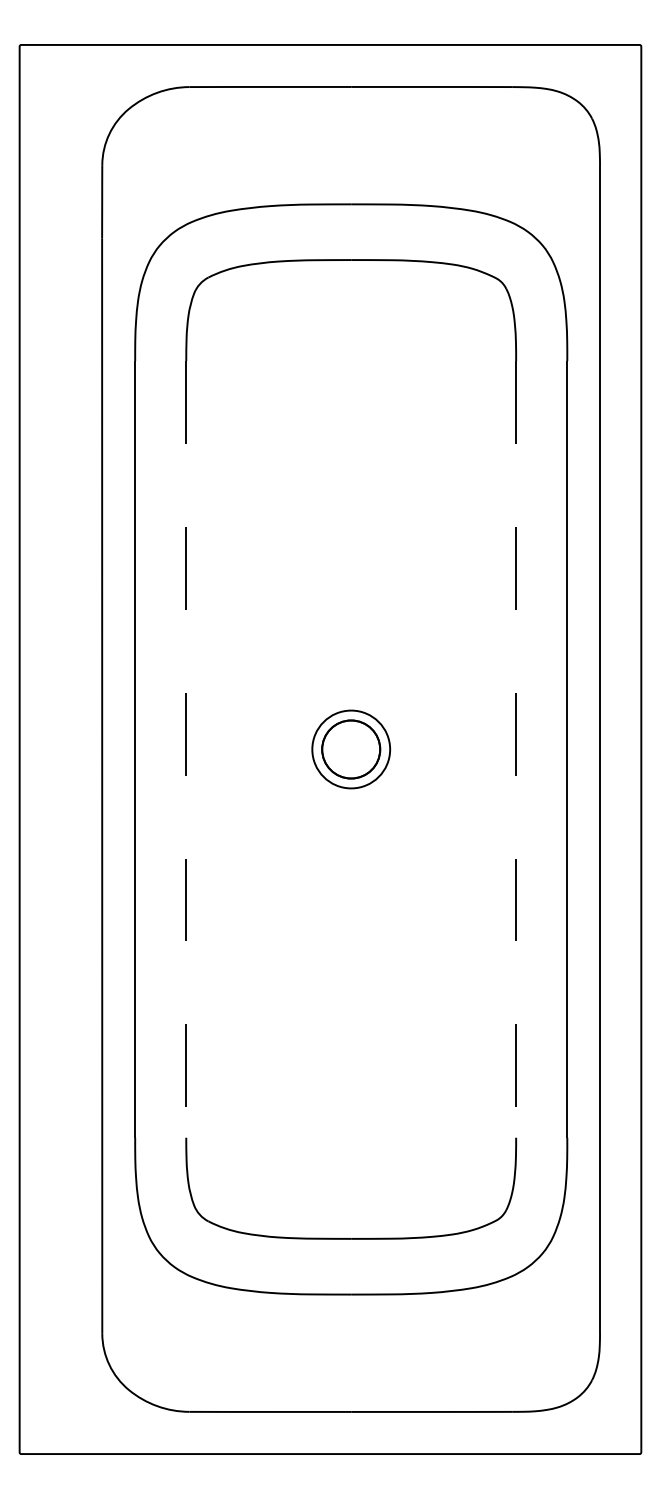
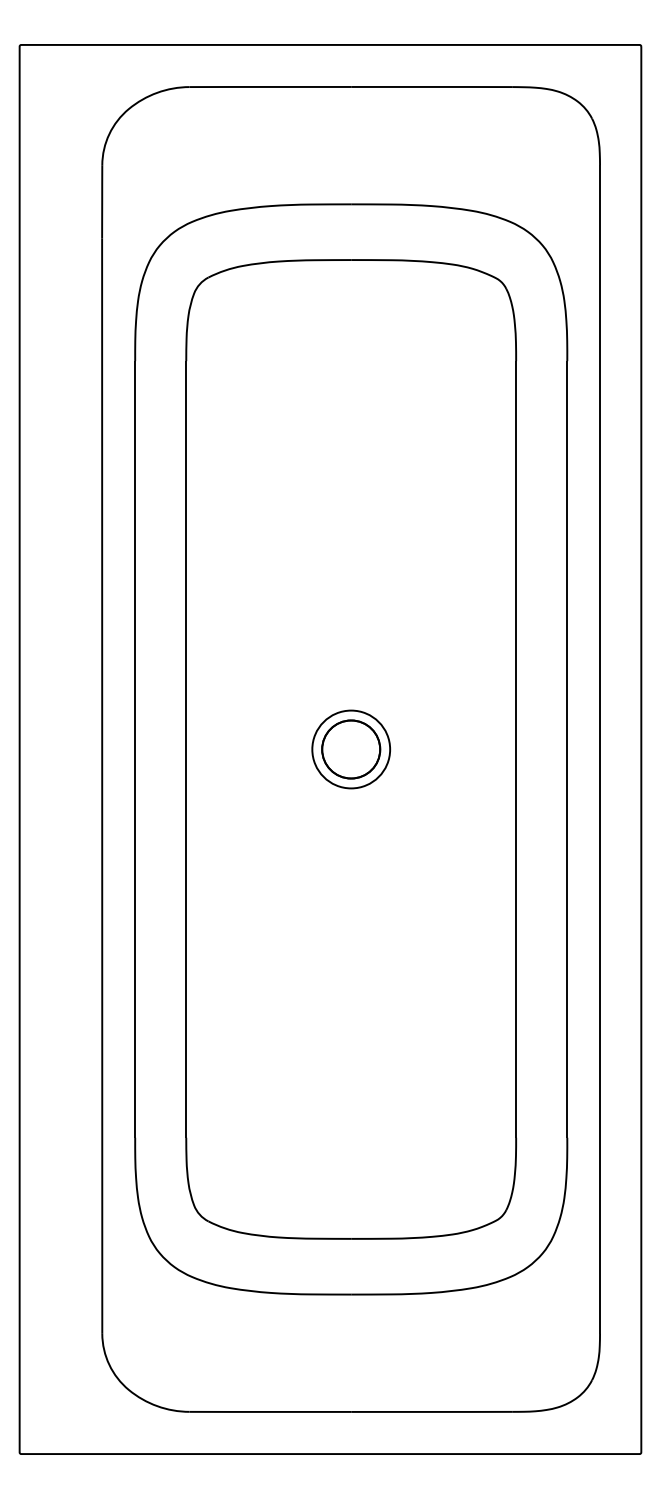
line at (186, 749): dashed -> solid
line at (516, 749): dashed -> solid
